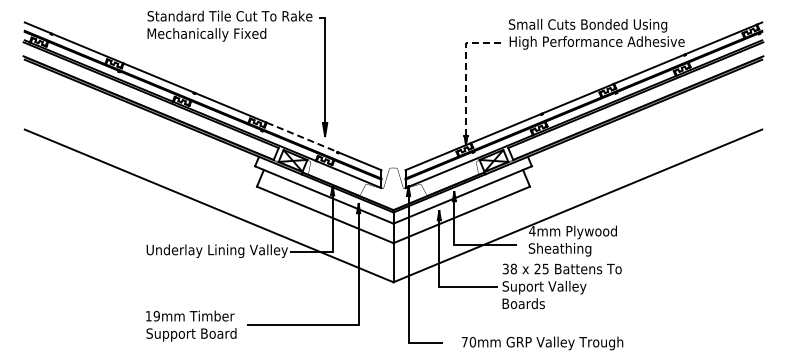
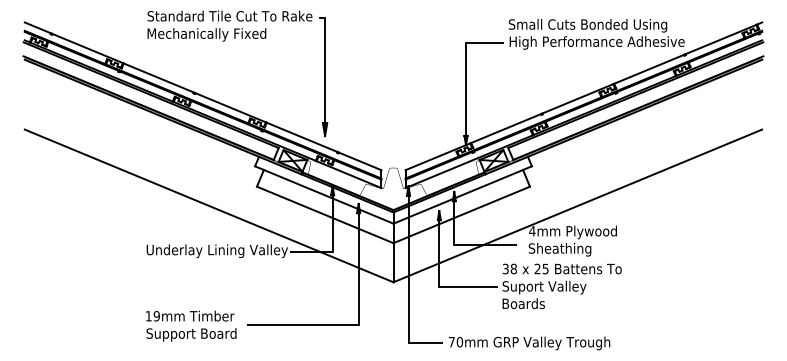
line at (466, 69): dashed -> solid
line at (302, 137): dashed -> solid
text at (542, 343) position: (542, 343) -> (529, 343)
